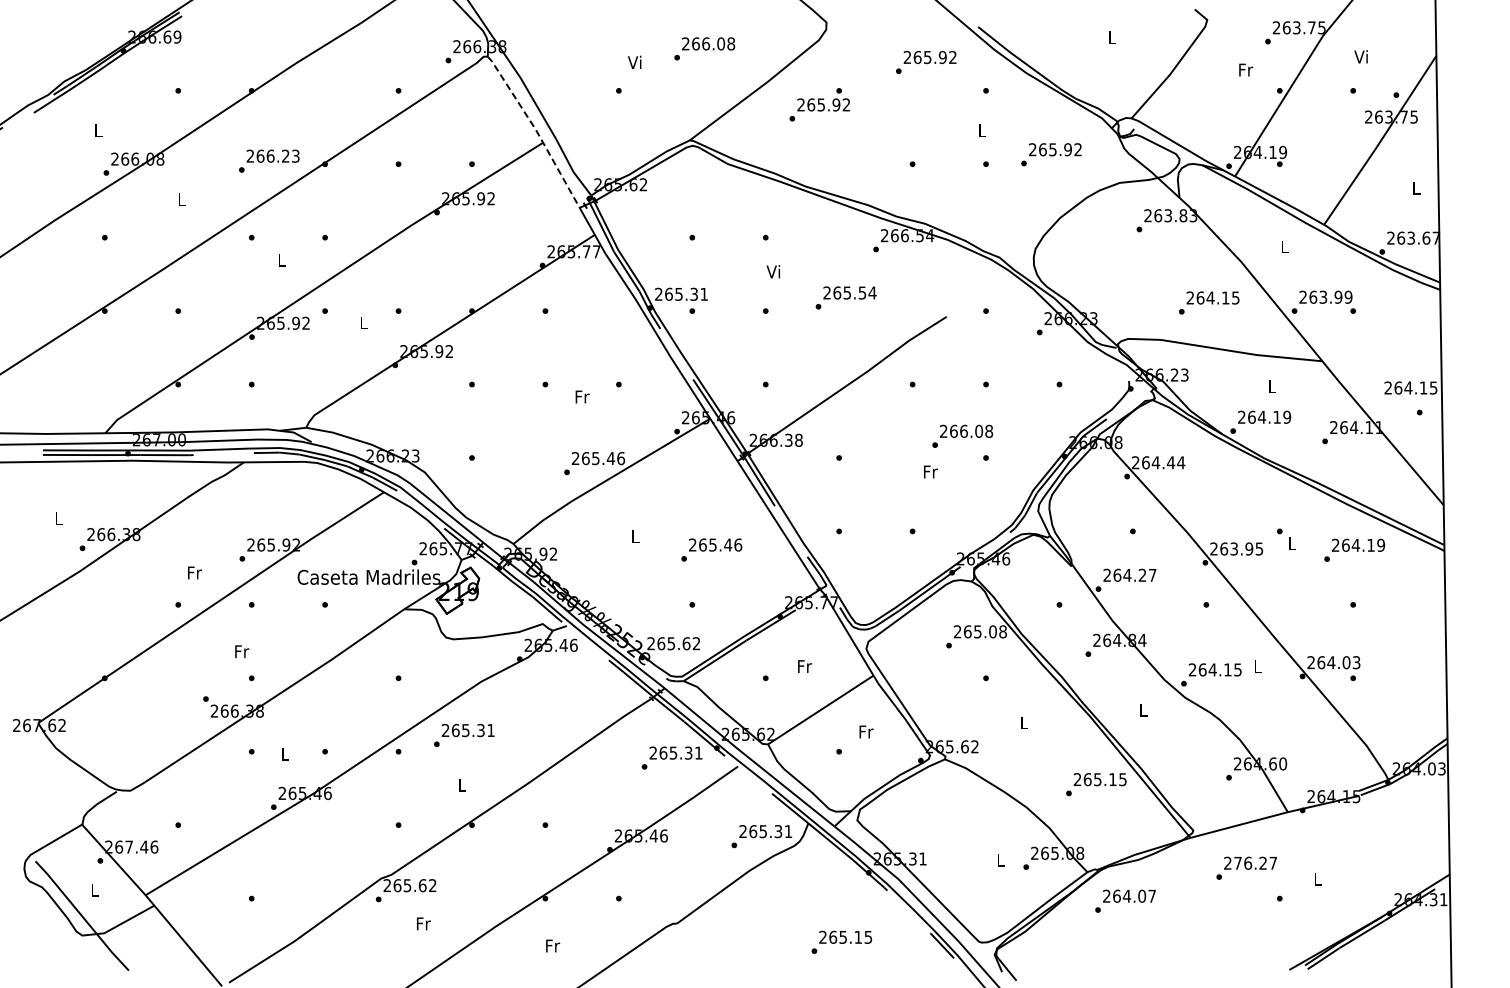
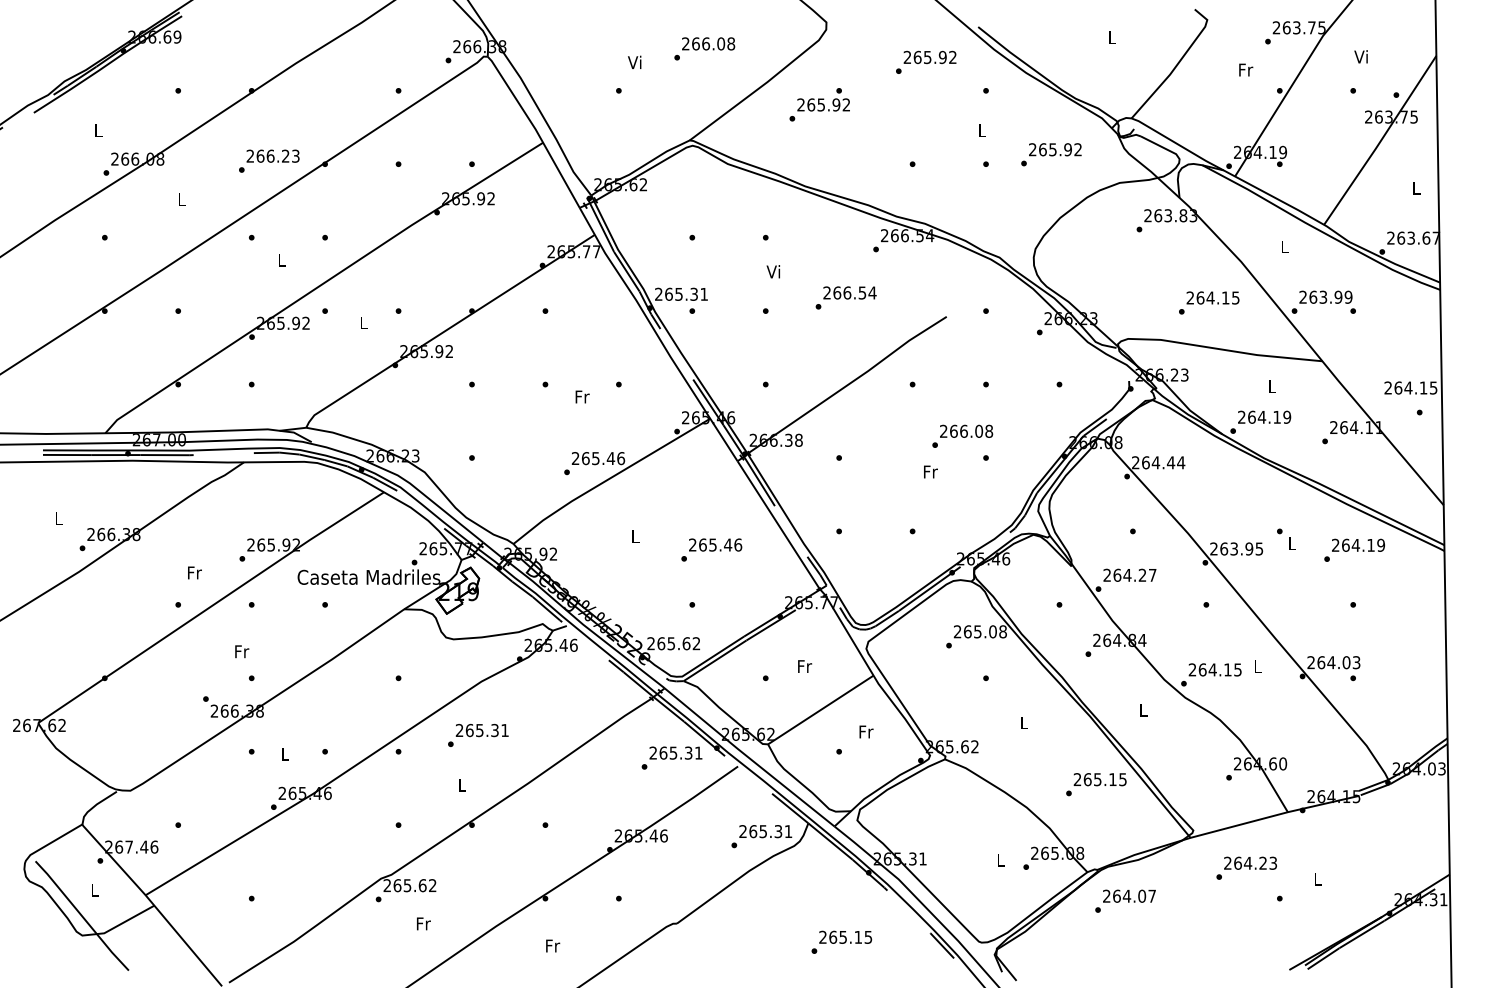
line at (536, 130): dashed -> solid
text at (847, 292): 265.54 -> 266.54
text at (464, 734) position: (464, 734) -> (478, 734)
text at (1255, 862): 276.27 -> 264.23
